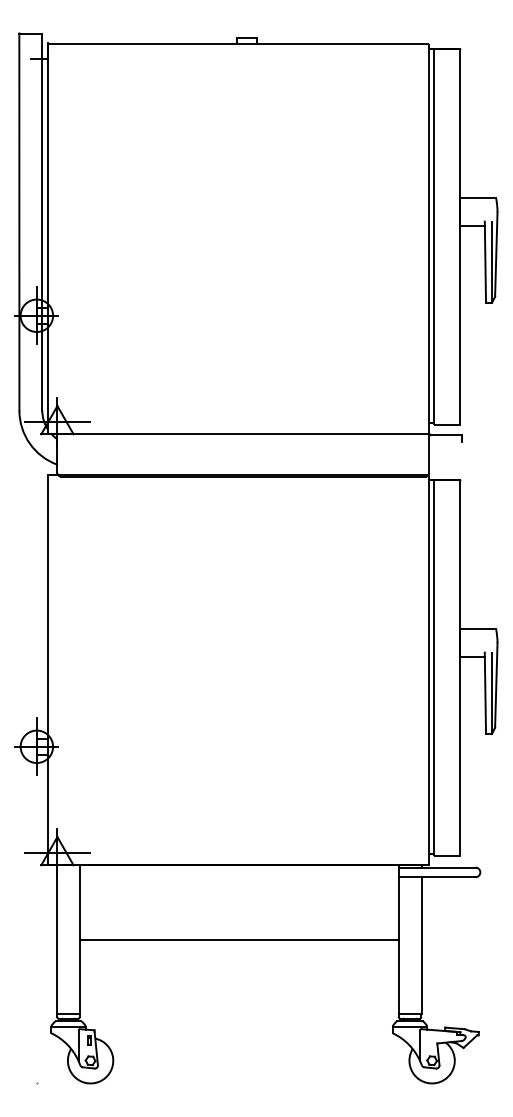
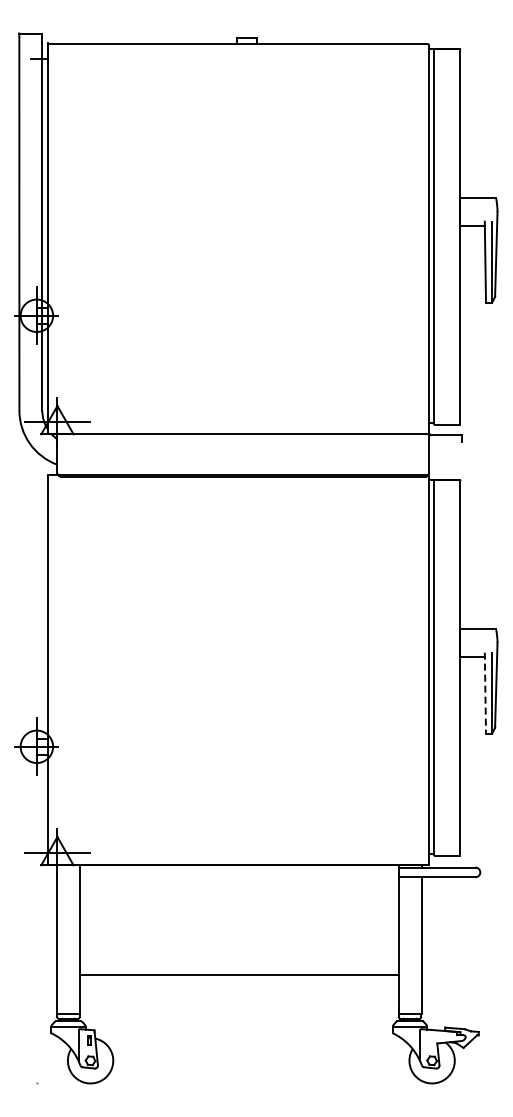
line at (485, 693): solid -> dashed
line at (239, 939) position: (239, 939) -> (239, 974)
